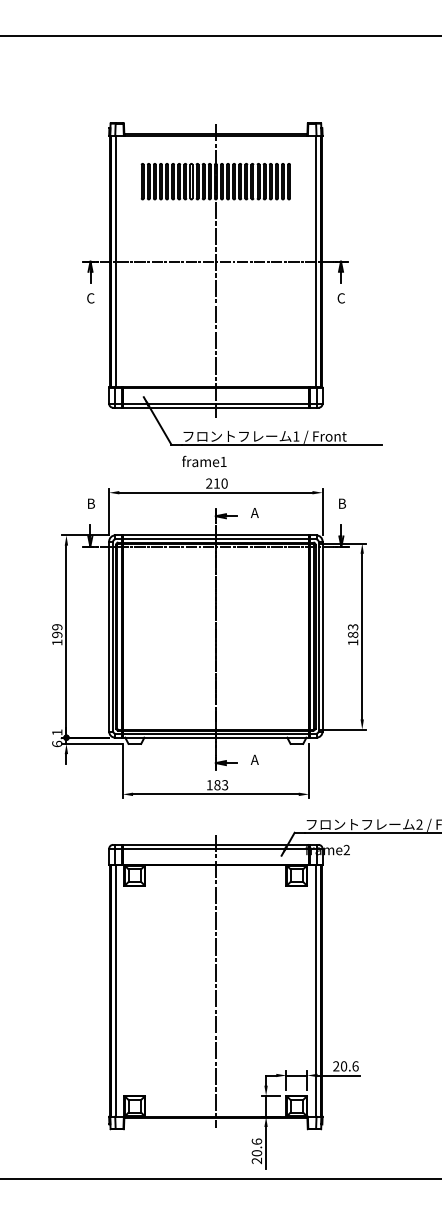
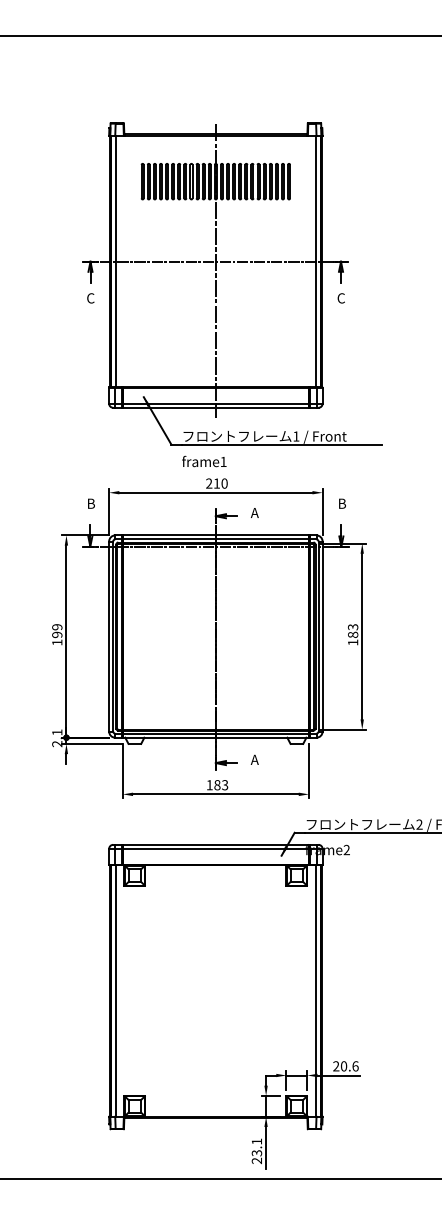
text at (57, 743): 6.1 -> 2.1
line at (215, 981): present -> none
text at (256, 1147): 20.6 -> 23.1
